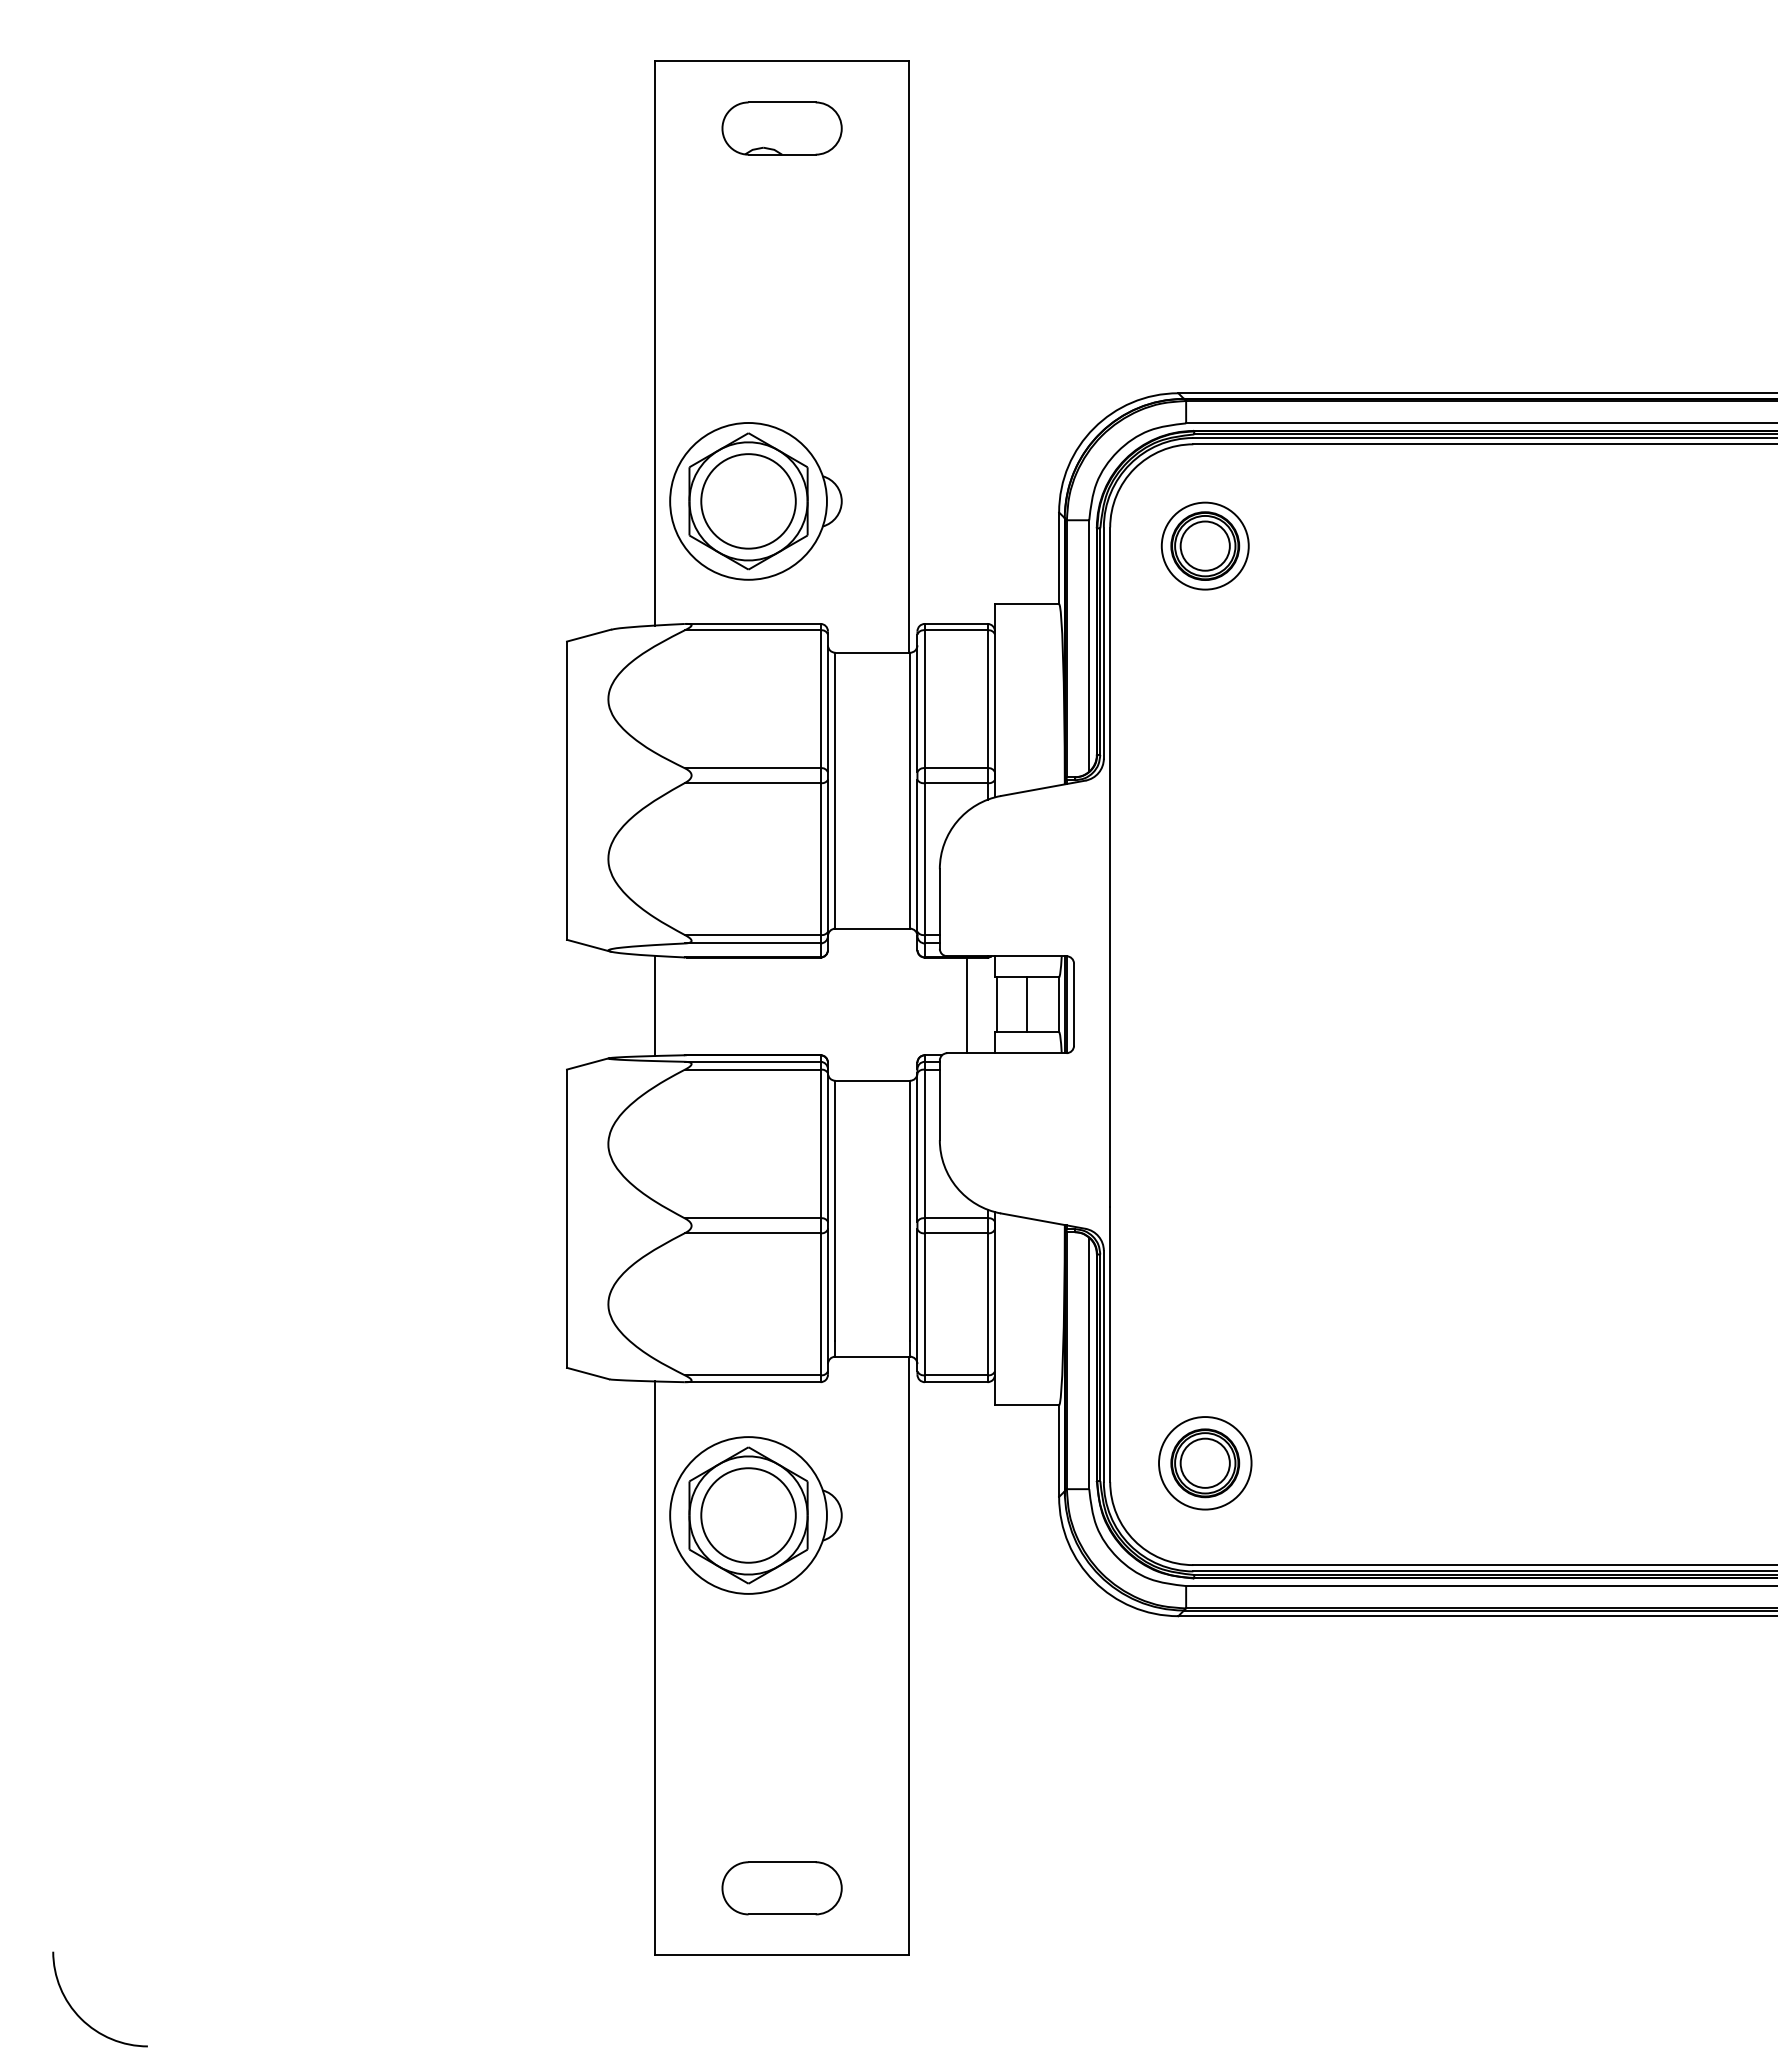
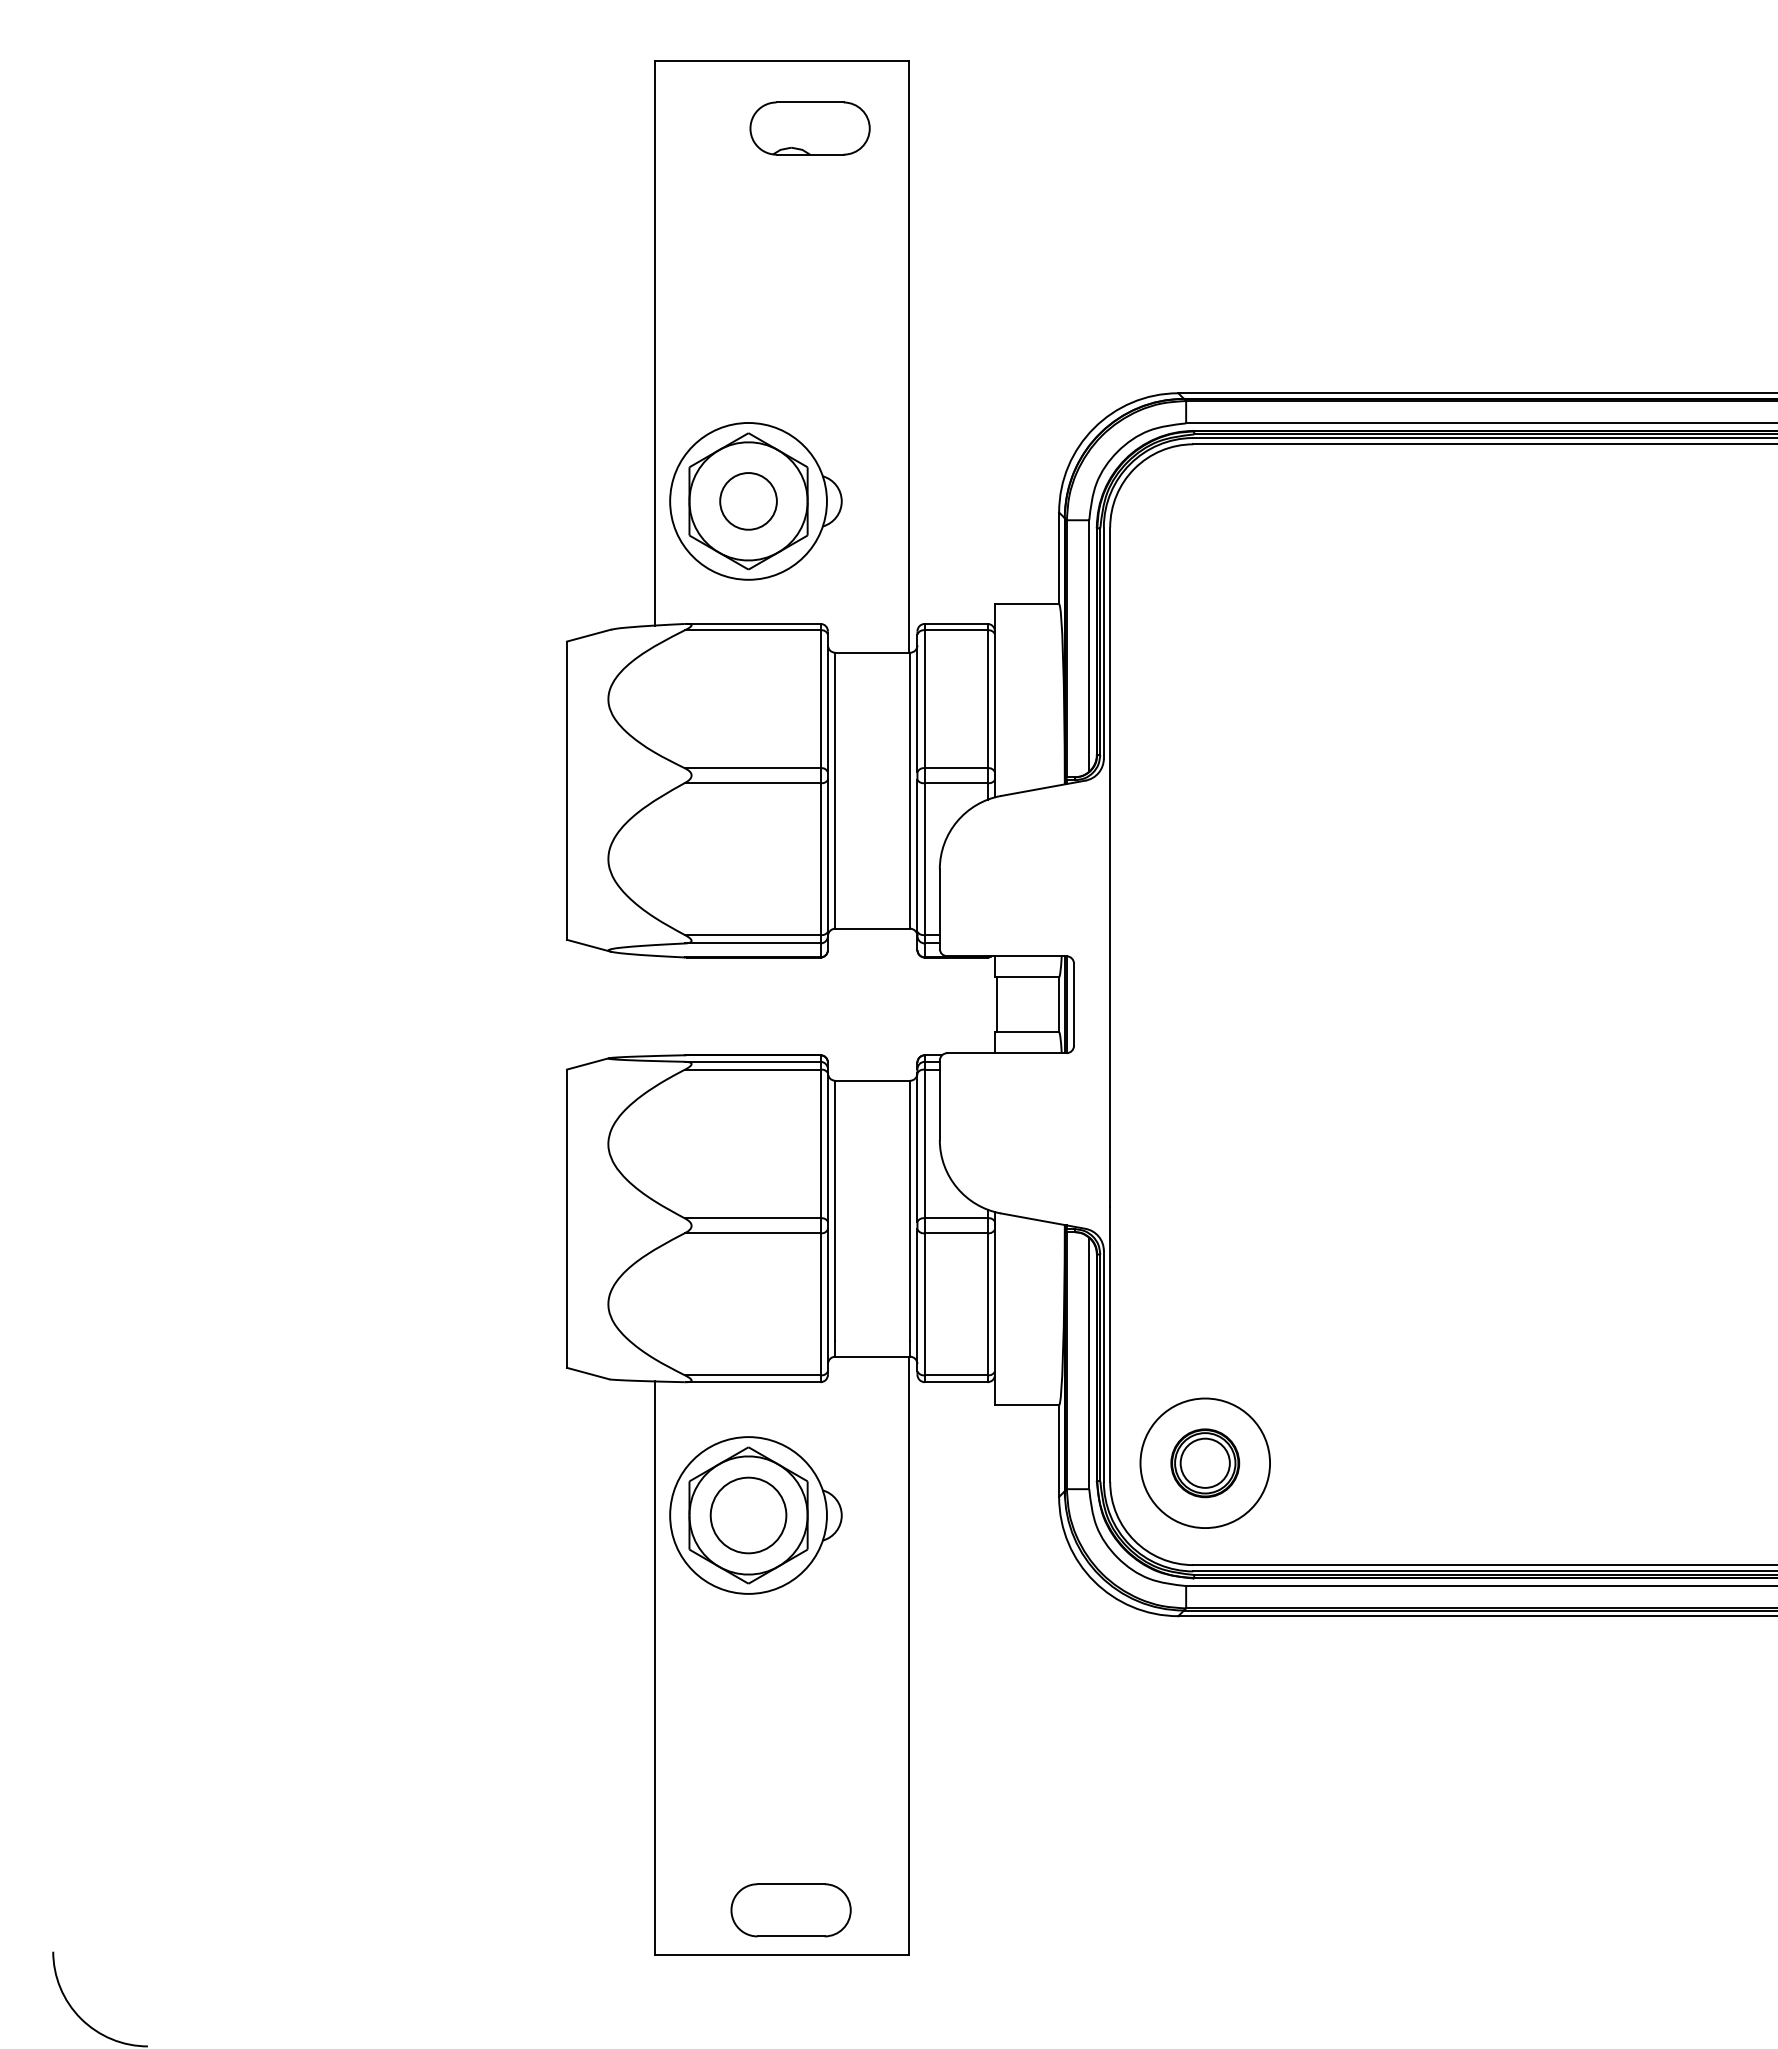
part at (781, 128) position: (781, 128) -> (809, 128)
circle at (748, 501) diameter: 95 px -> 57 px
part at (1204, 545): present -> none
line at (1026, 1004): present -> none
line at (655, 1005): present -> none
line at (967, 1005): present -> none
circle at (1205, 1463) diameter: 93 px -> 130 px
circle at (748, 1515) diameter: 95 px -> 76 px
part at (781, 1888) position: (781, 1888) -> (790, 1910)
